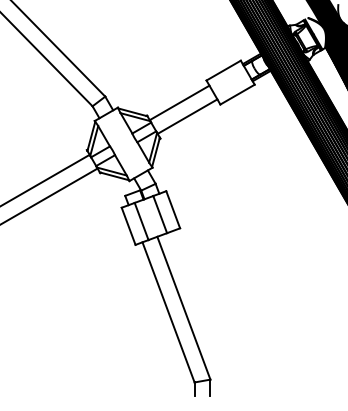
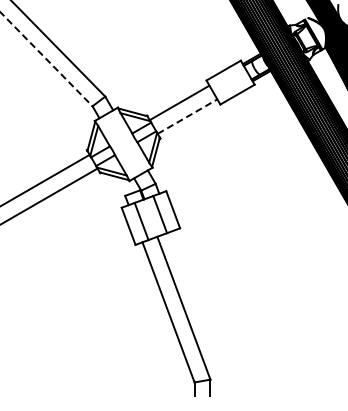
line at (46, 59): solid -> dashed
line at (187, 116): solid -> dashed
